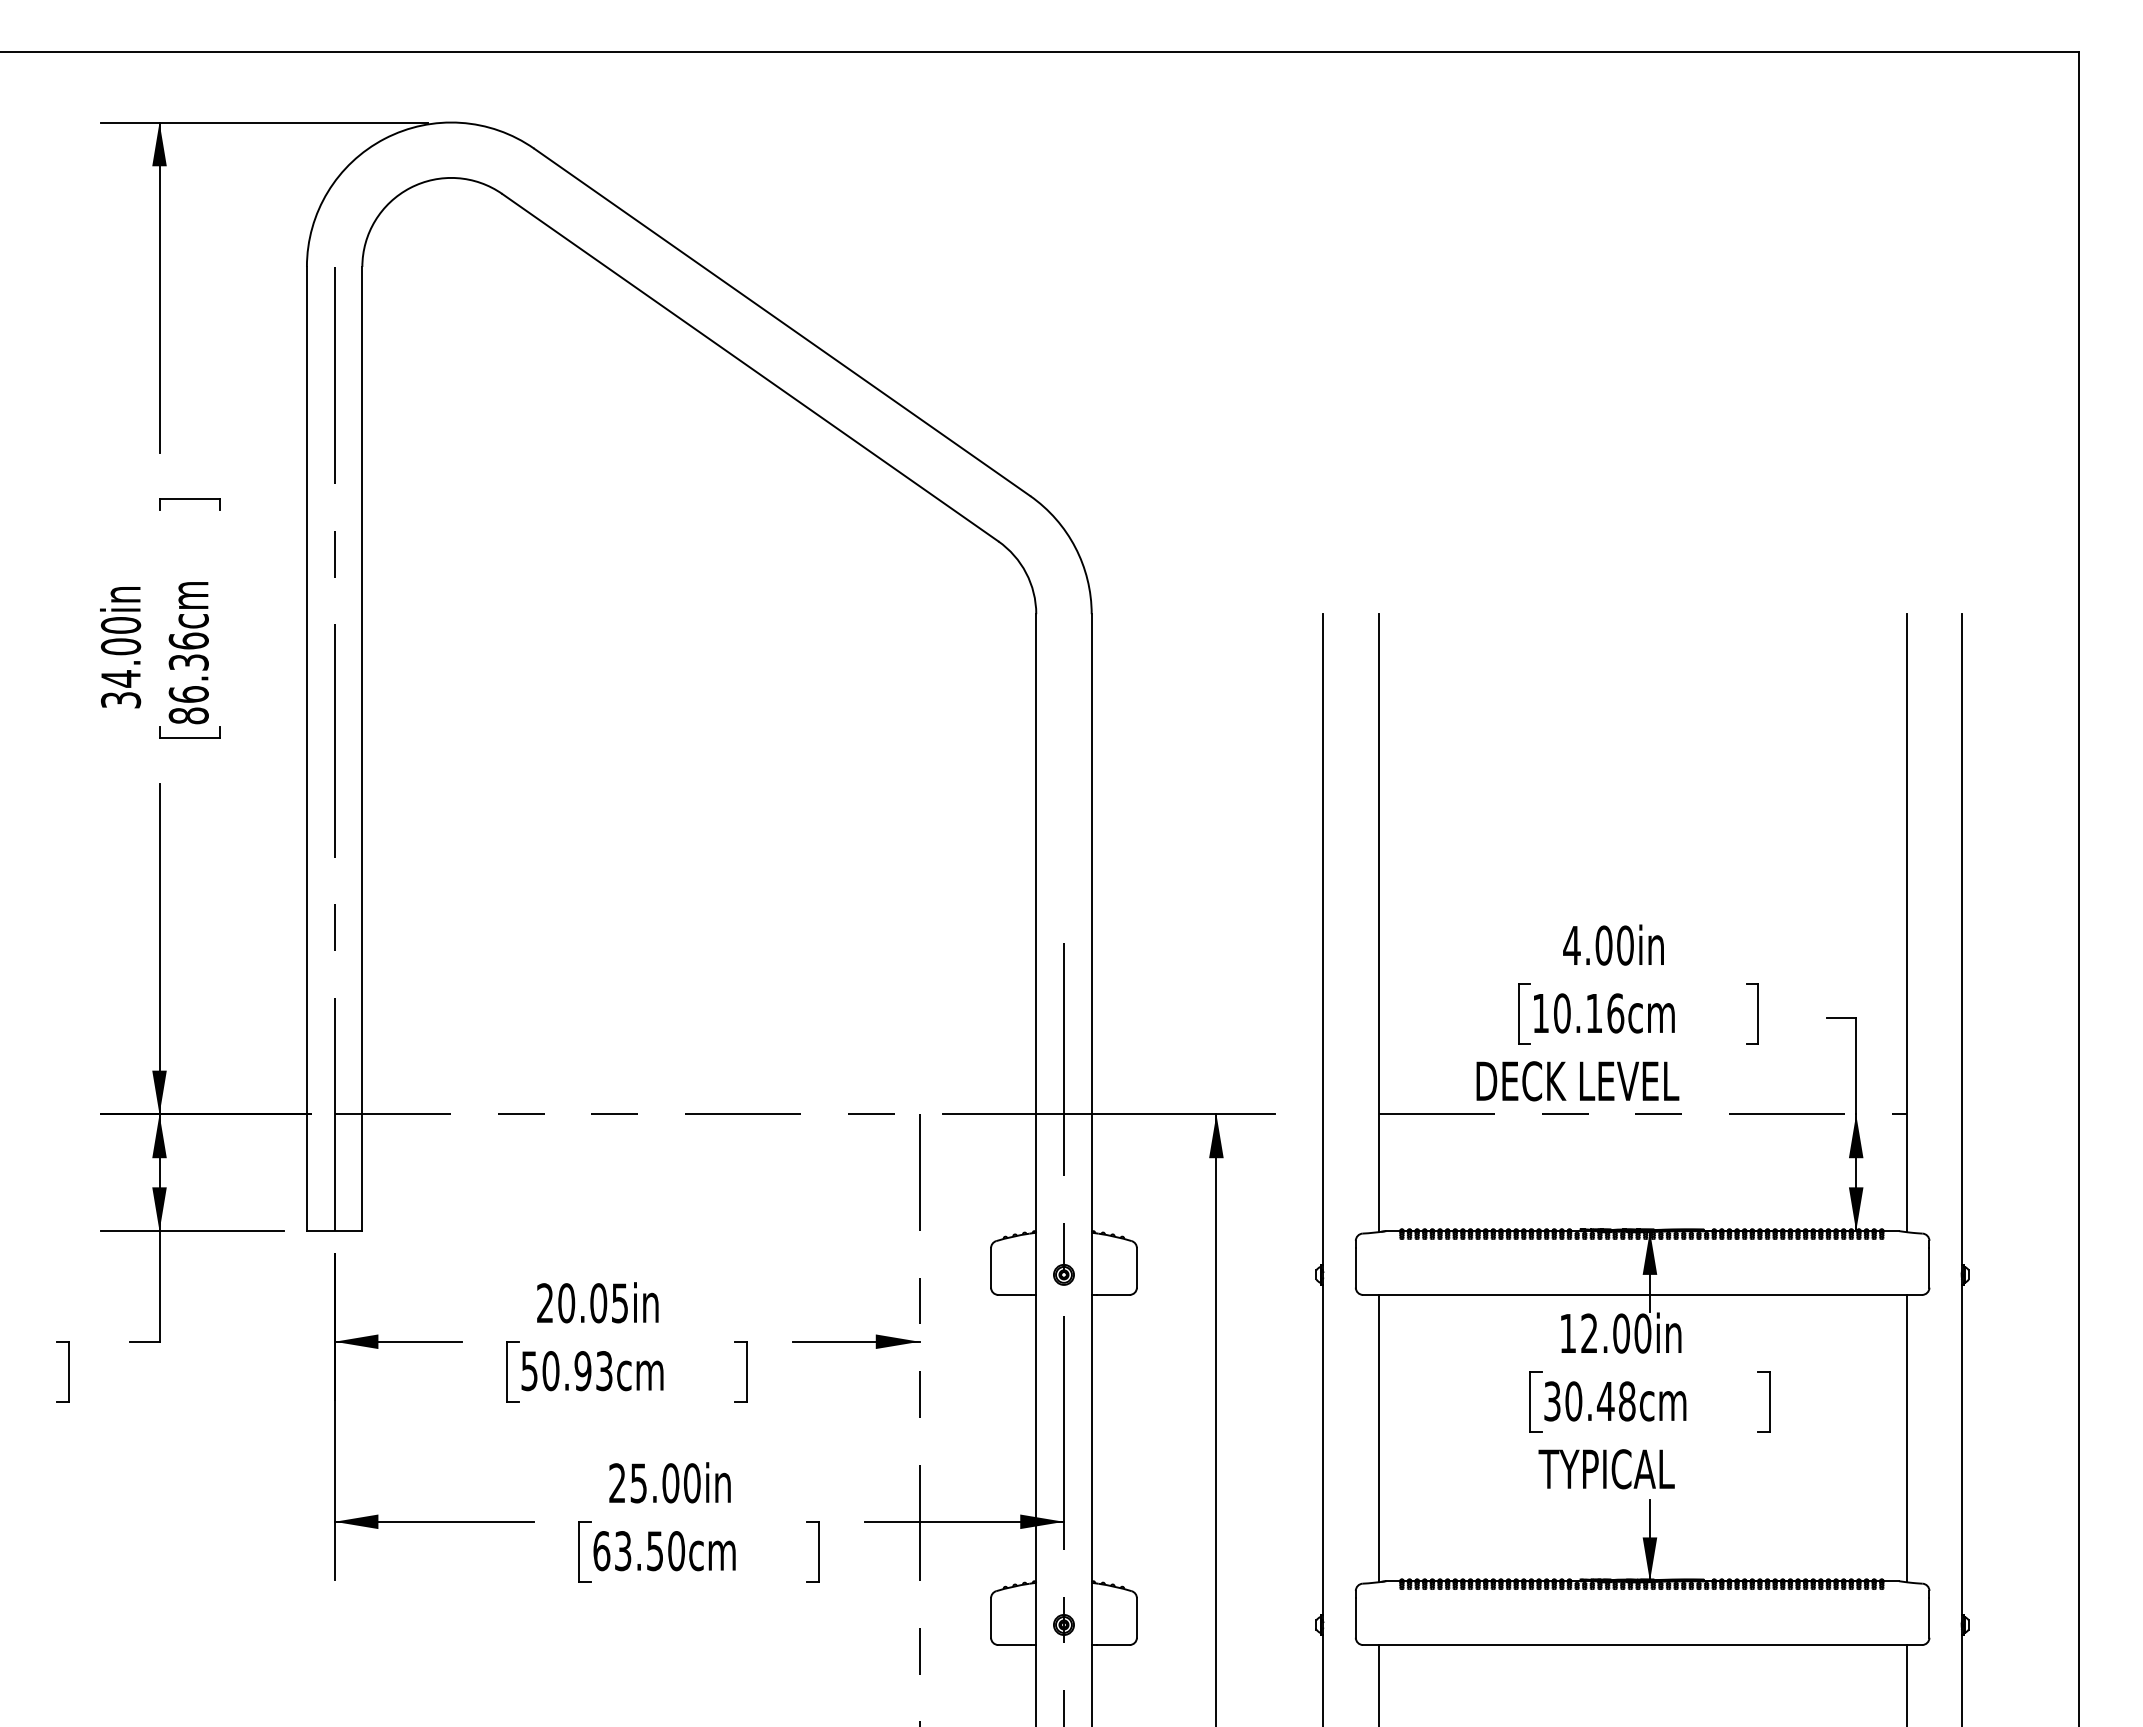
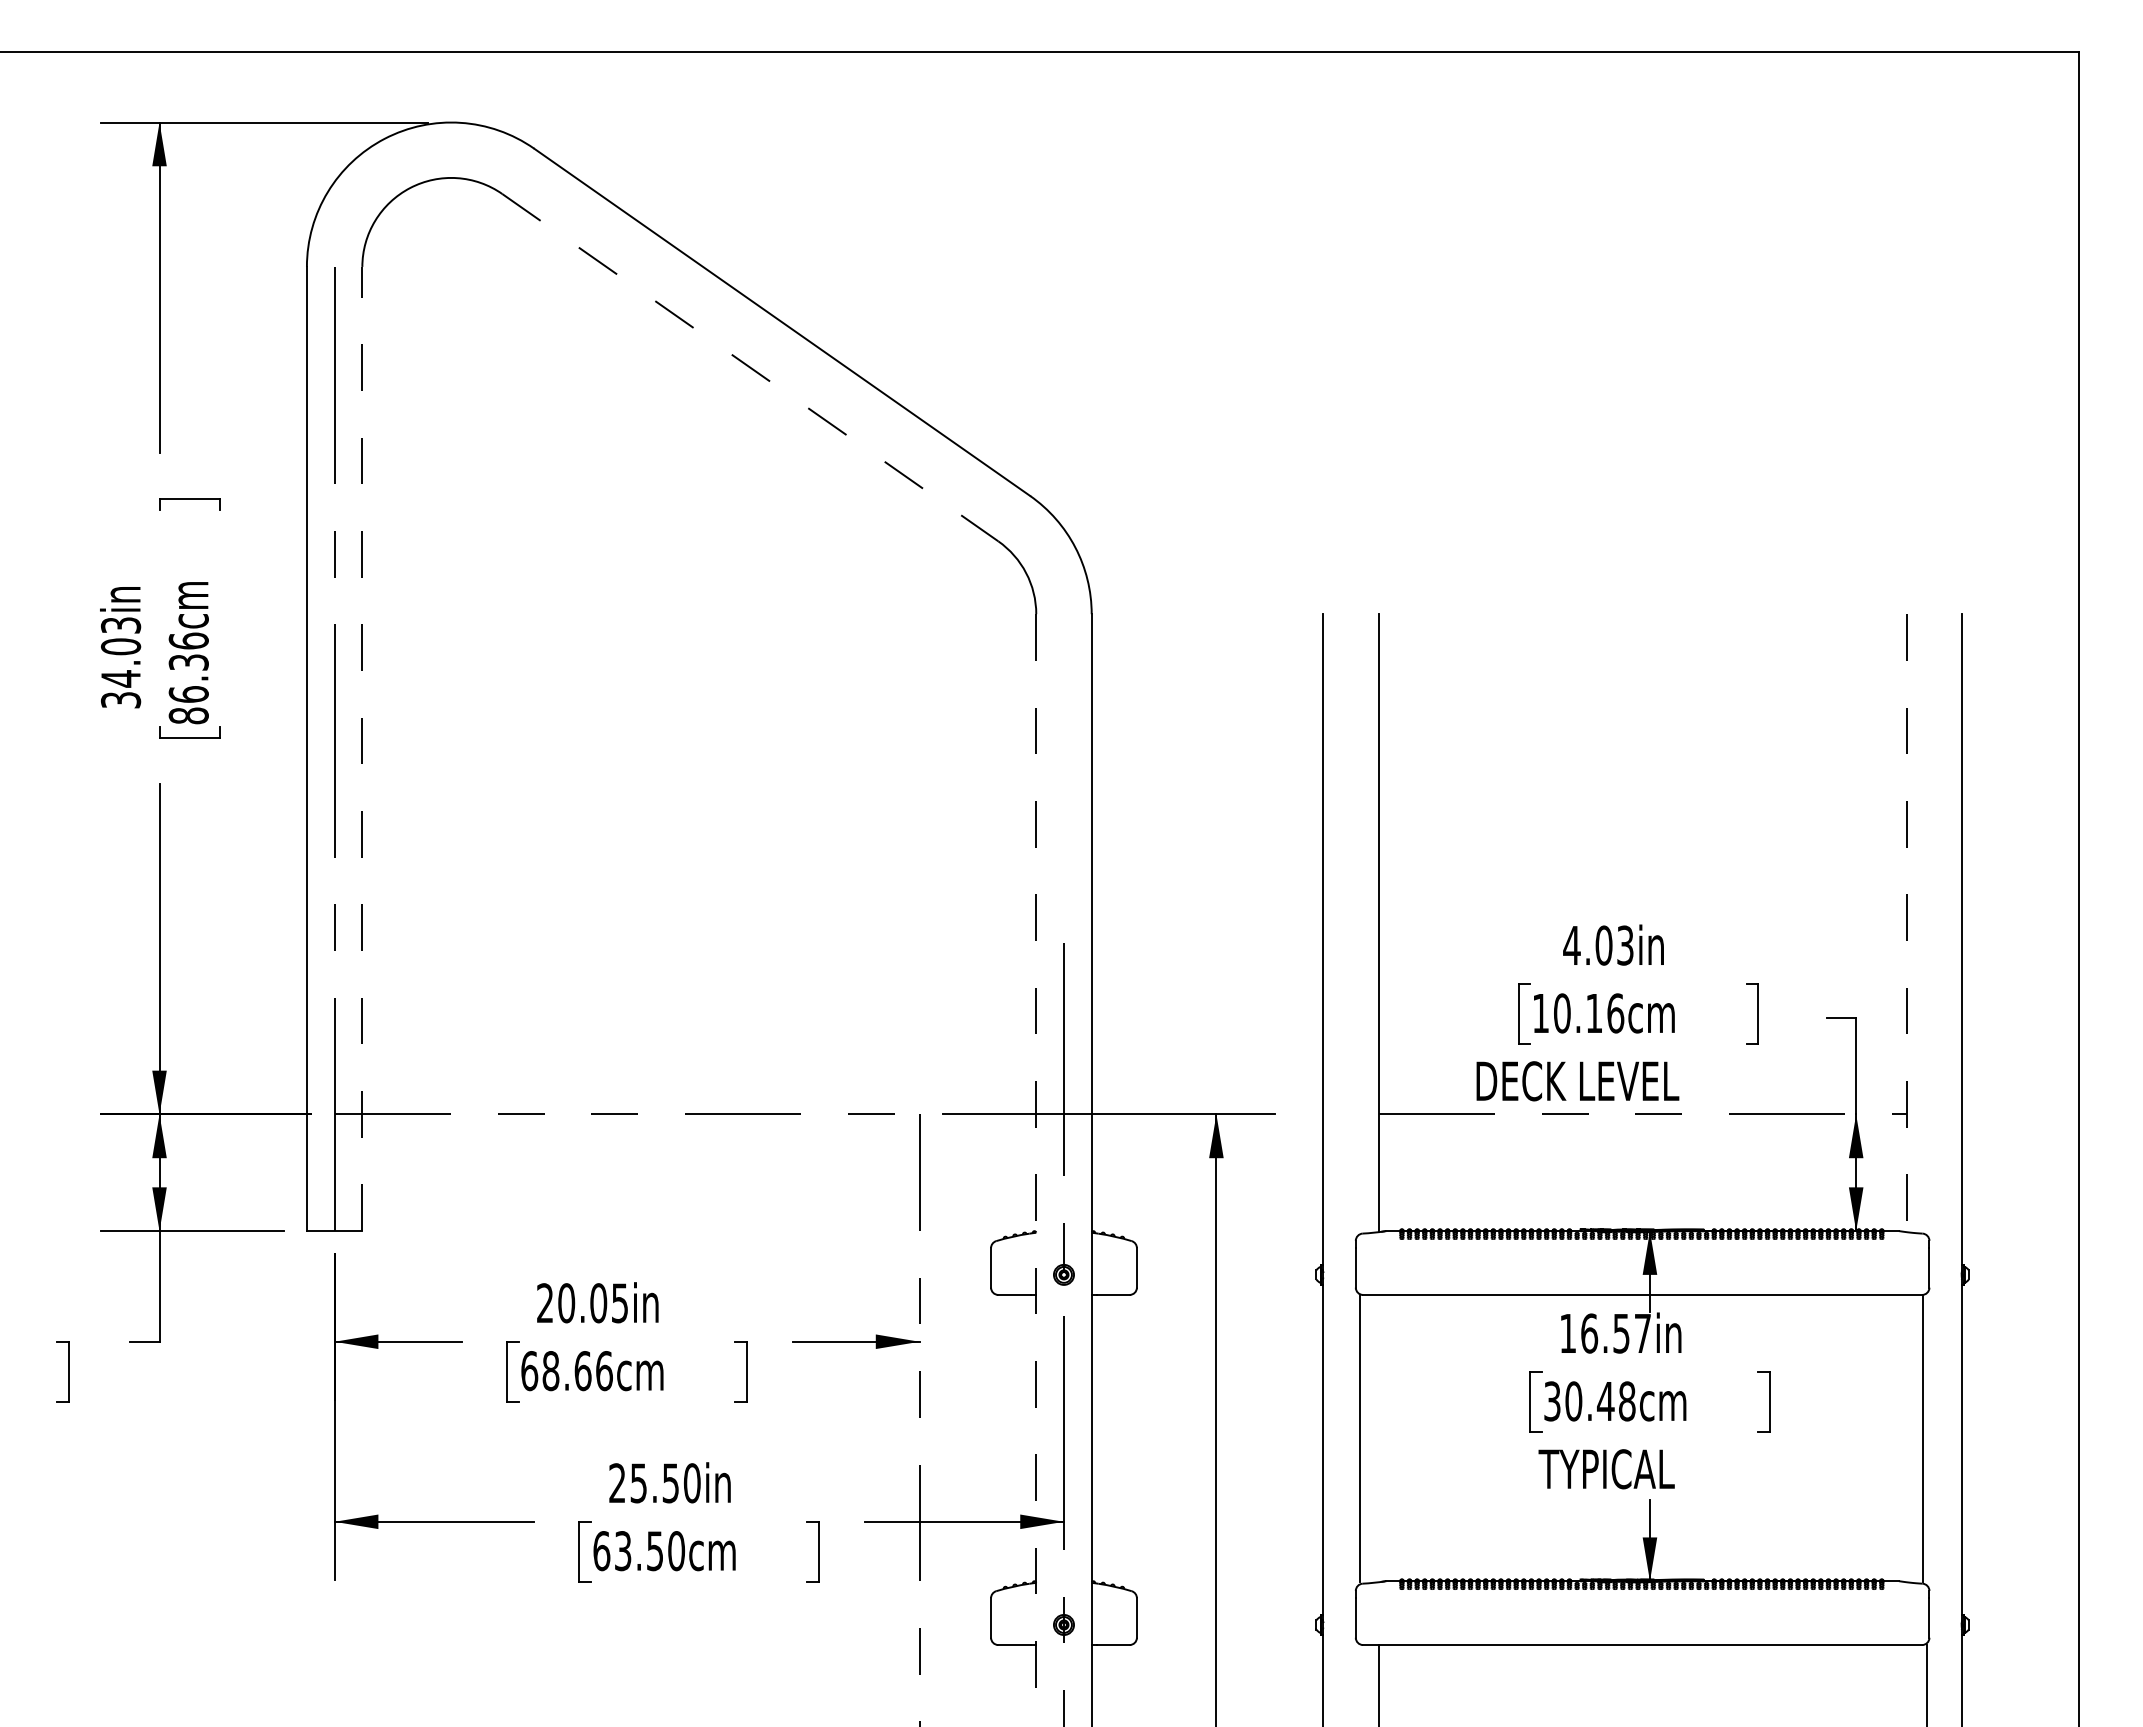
line at (750, 367): solid -> dashed
text at (121, 625): 34.00in -> 34.03in
line at (362, 748): solid -> dashed
line at (1906, 923): solid -> dashed
text at (1625, 945): 4.00in -> 4.03in
line at (1036, 1170): solid -> dashed
text at (1616, 1333): 12.00in -> 16.57in
text at (566, 1371): 50.93cm -> 68.66cm
line at (1378, 1438) position: (1378, 1438) -> (1359, 1438)
line at (1906, 1438) position: (1906, 1438) -> (1922, 1438)
text at (670, 1483): 25.00in -> 25.50in
line at (1906, 1684) position: (1906, 1684) -> (1926, 1684)
